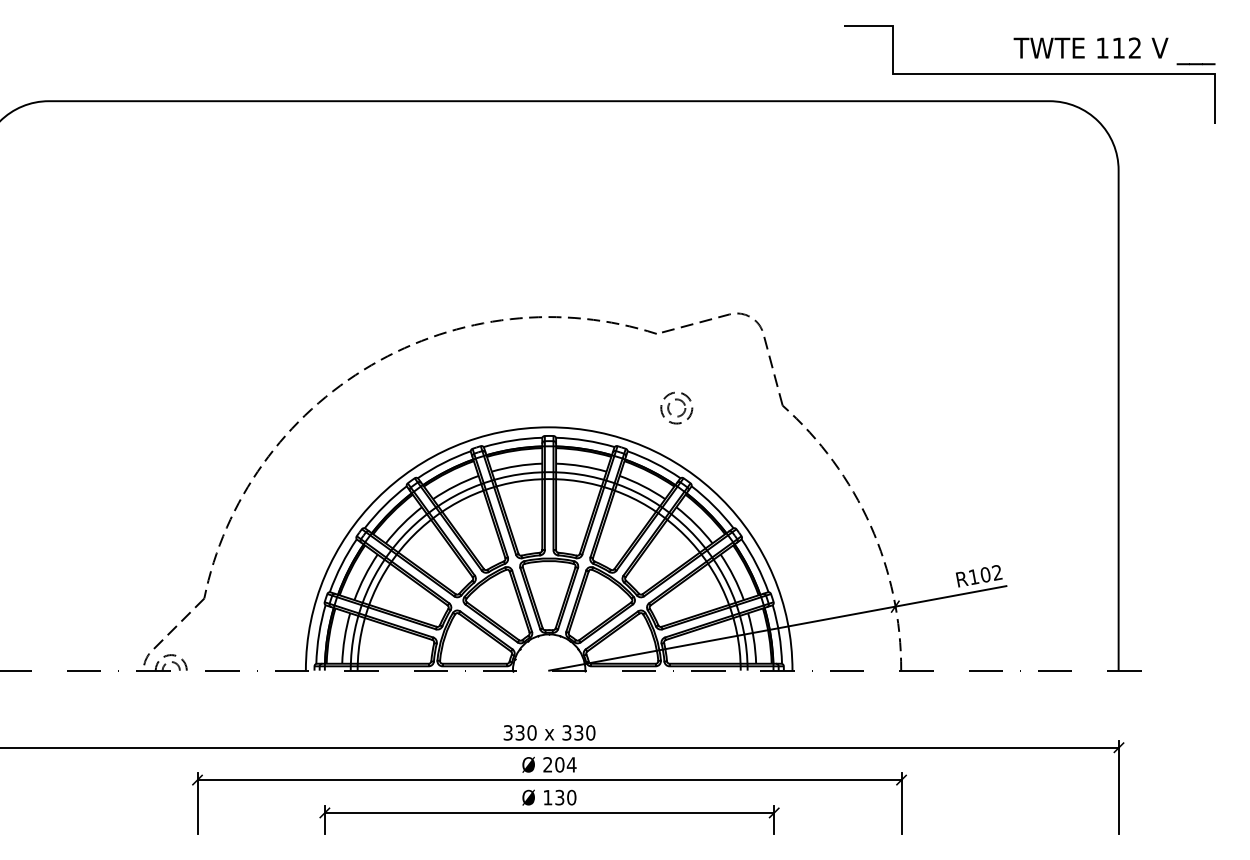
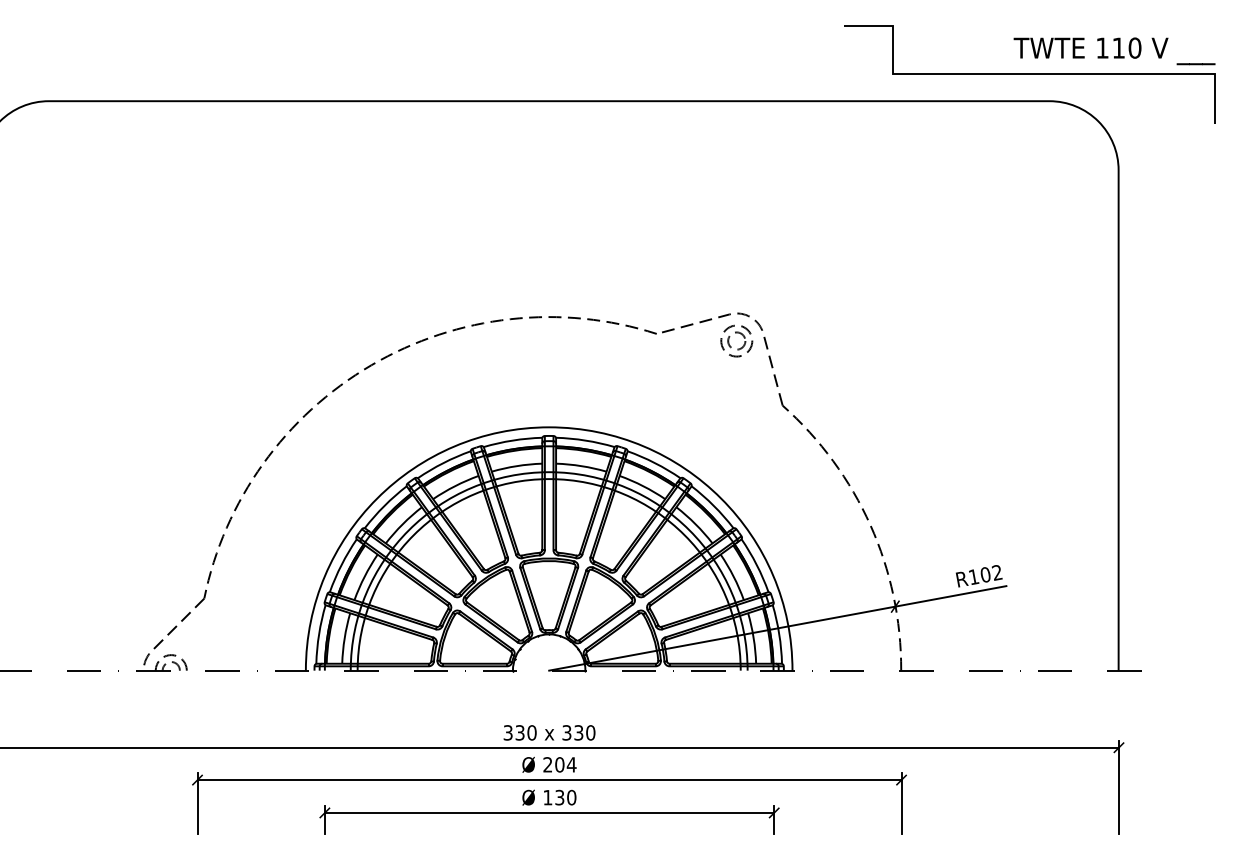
text at (1134, 47): 112 -> 110
part at (676, 400) position: (676, 400) -> (736, 333)
